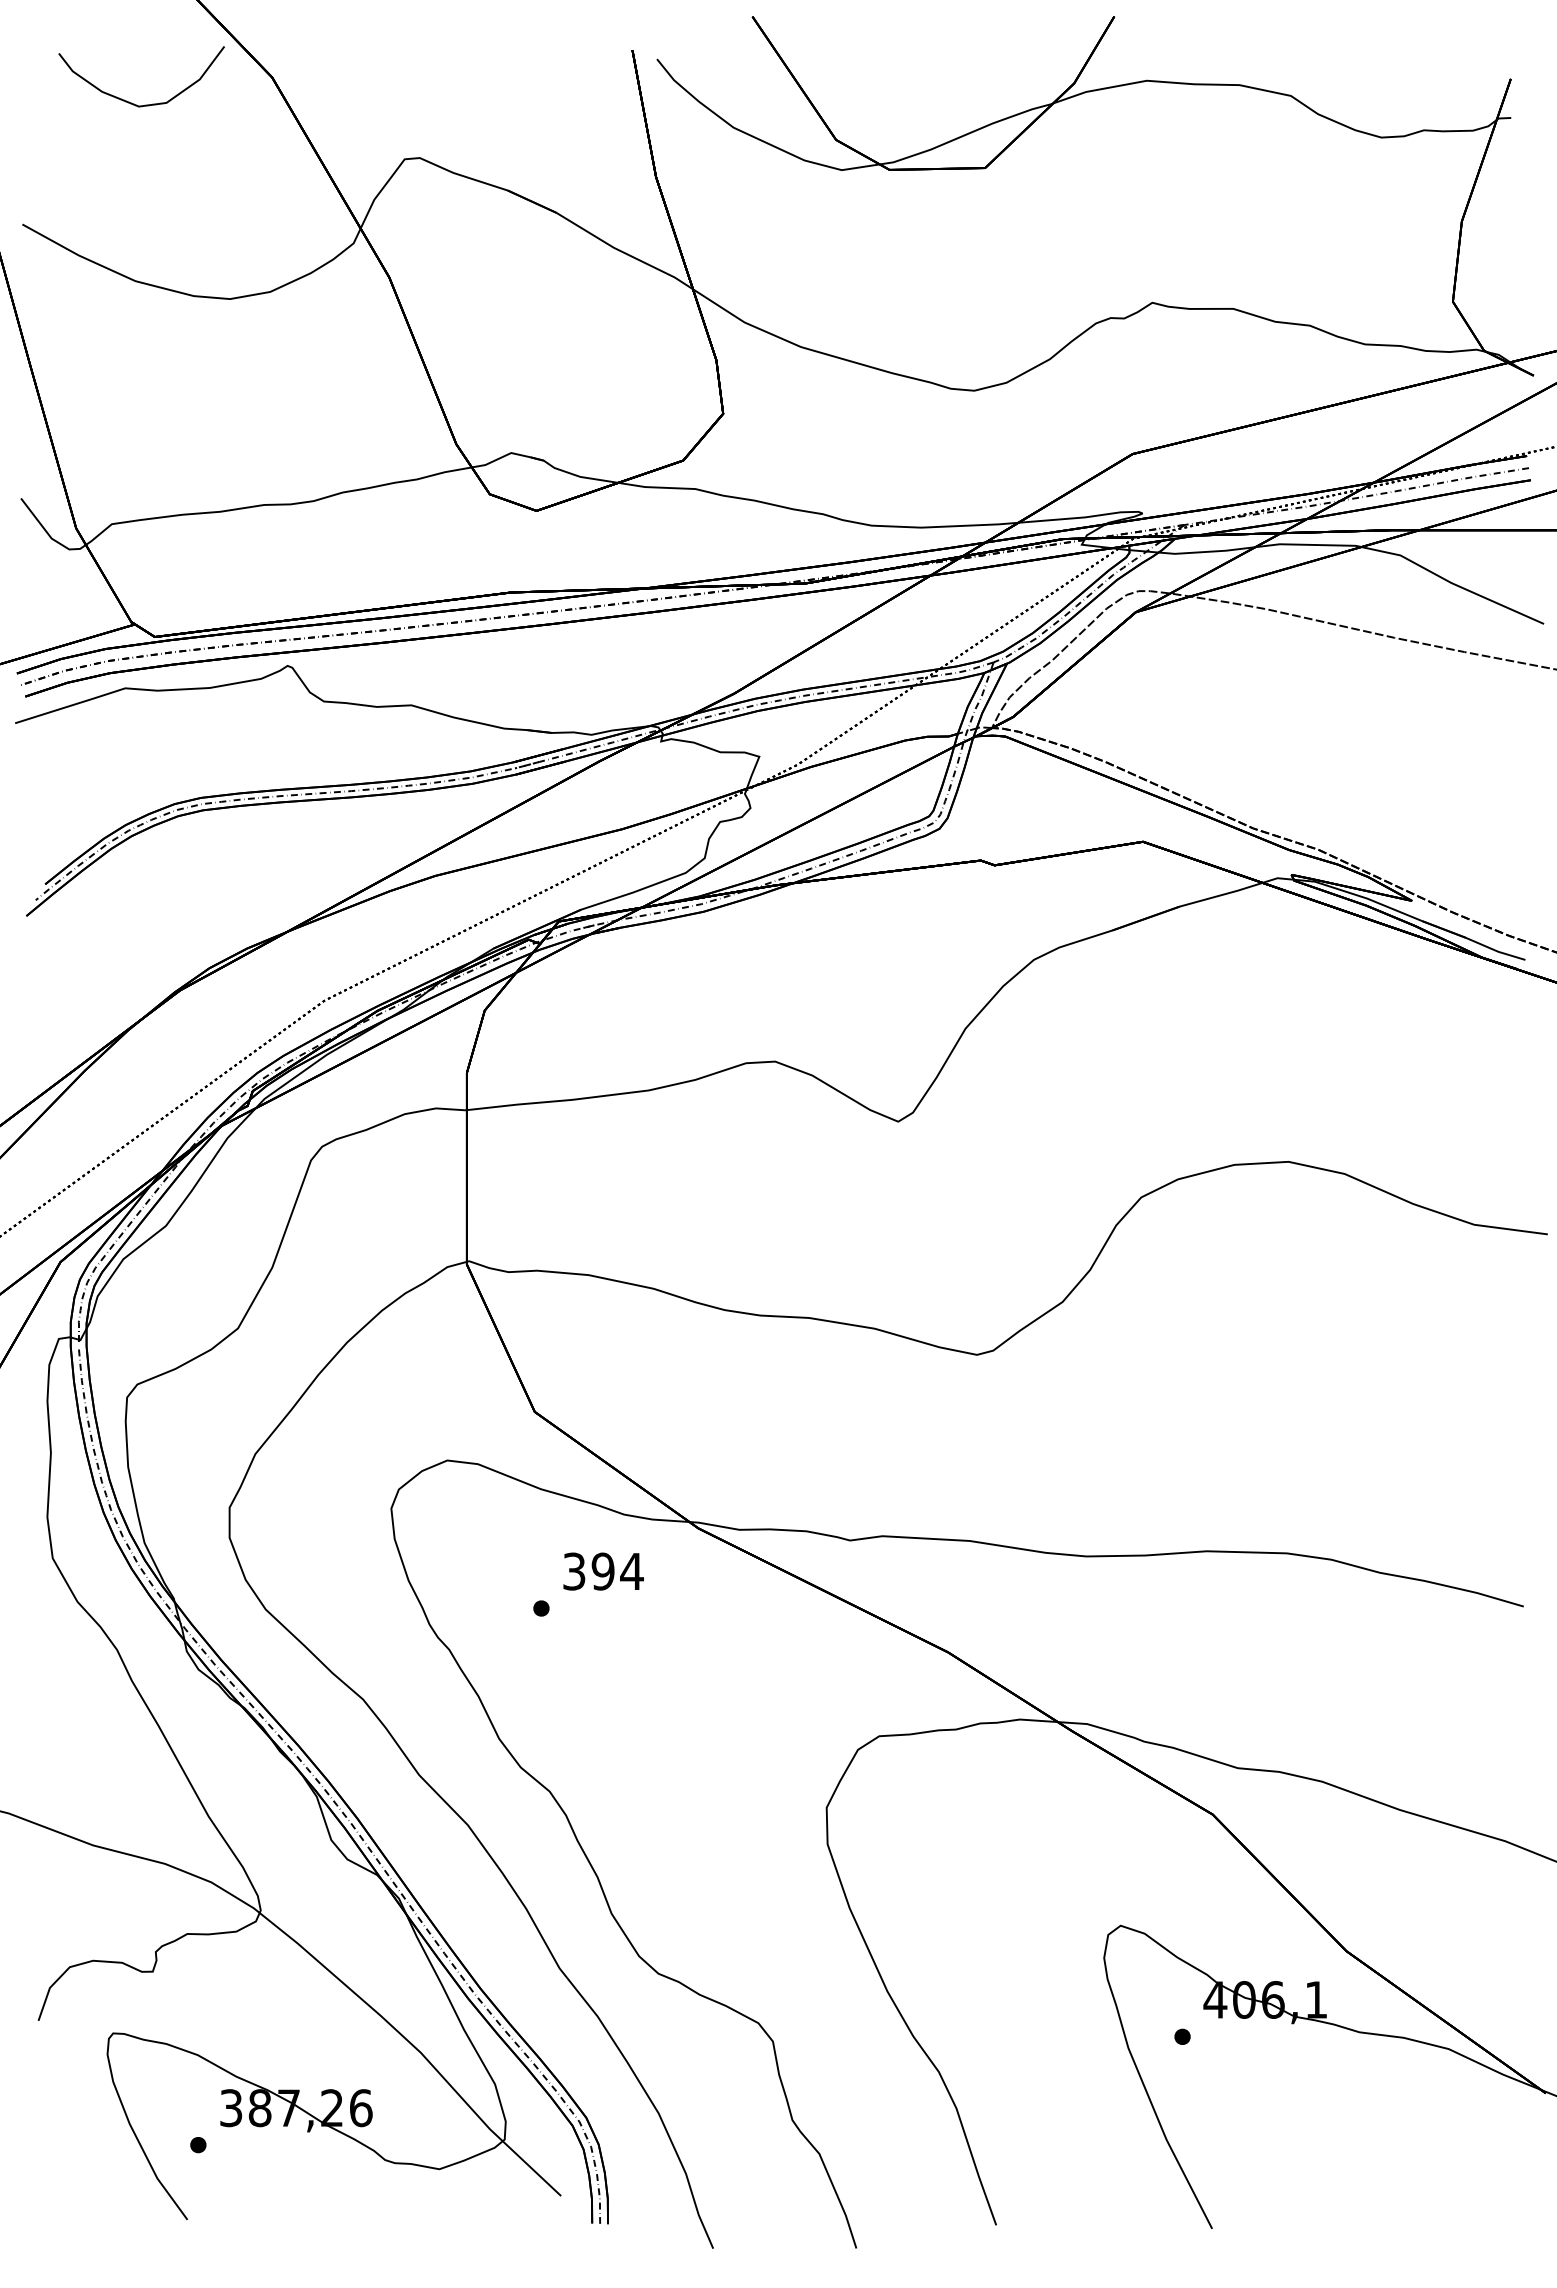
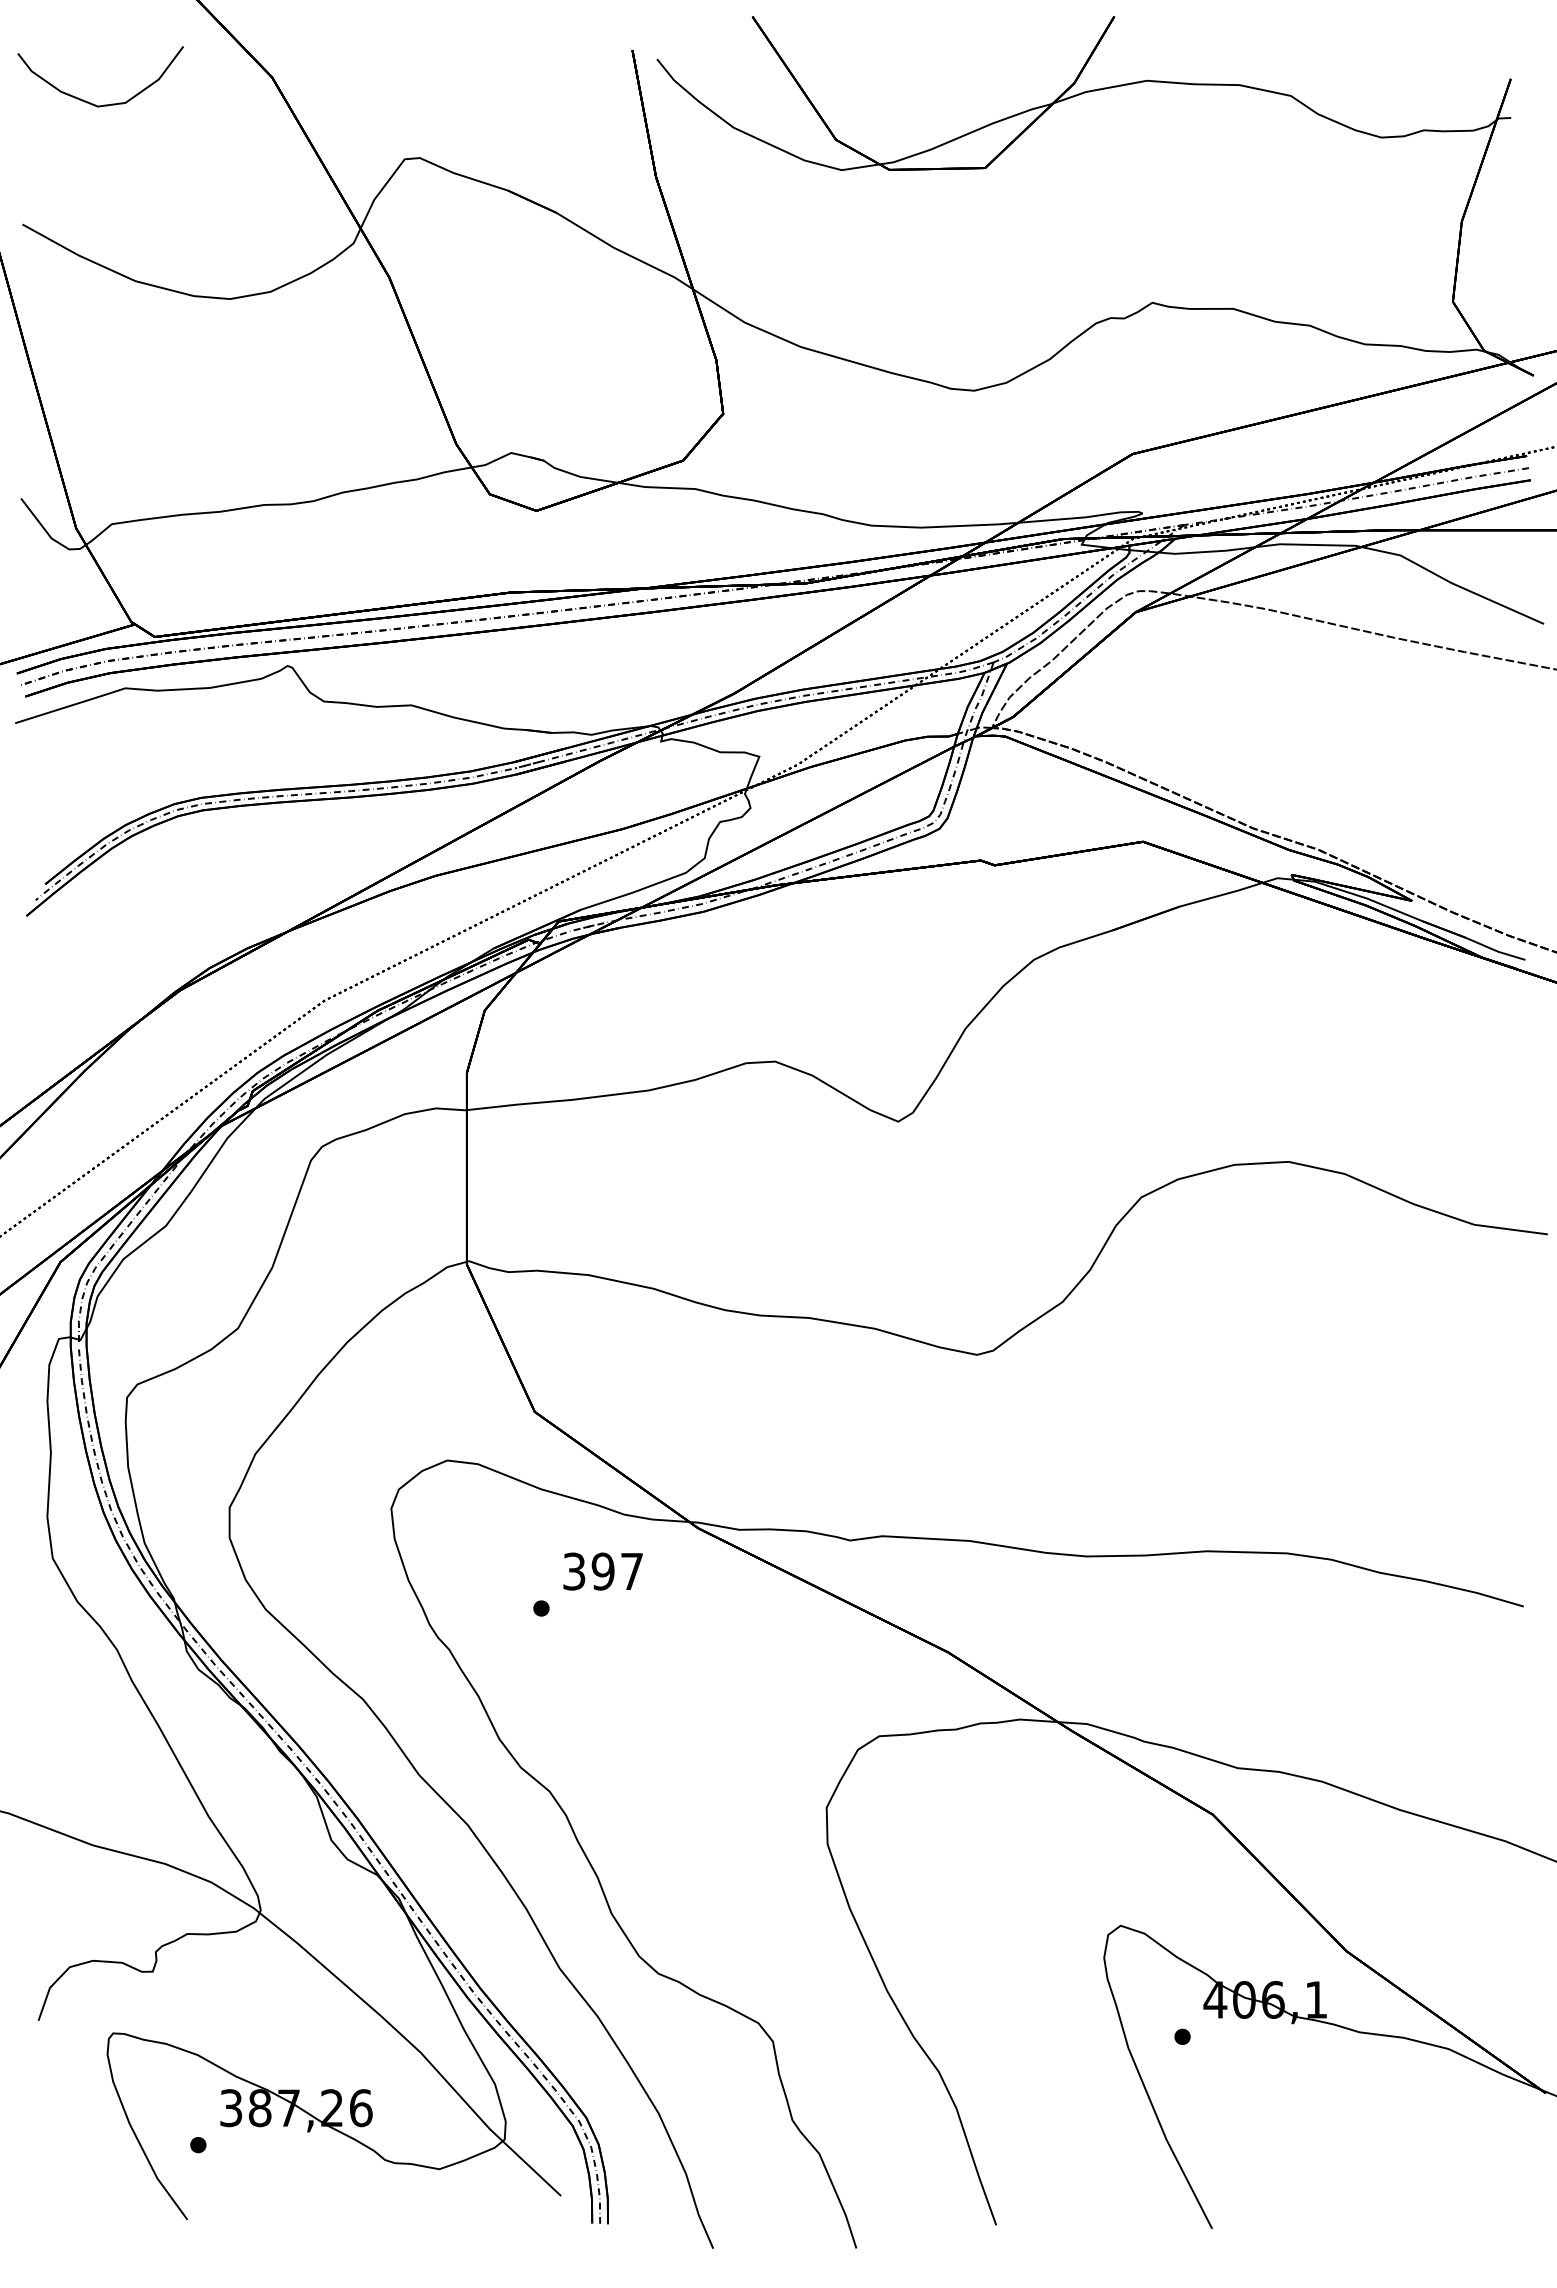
curve at (129, 101) position: (129, 101) -> (88, 101)
text at (631, 1571): 394 -> 397
